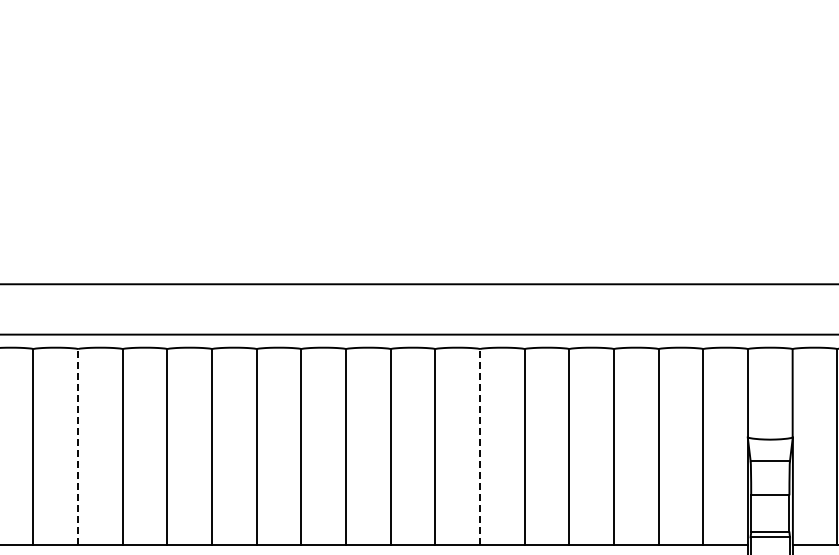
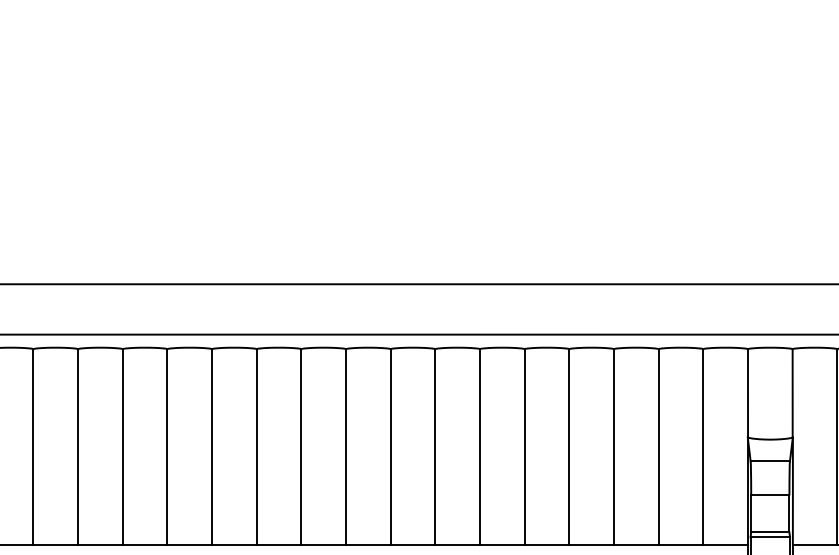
line at (78, 446): dashed -> solid
line at (480, 446): dashed -> solid
